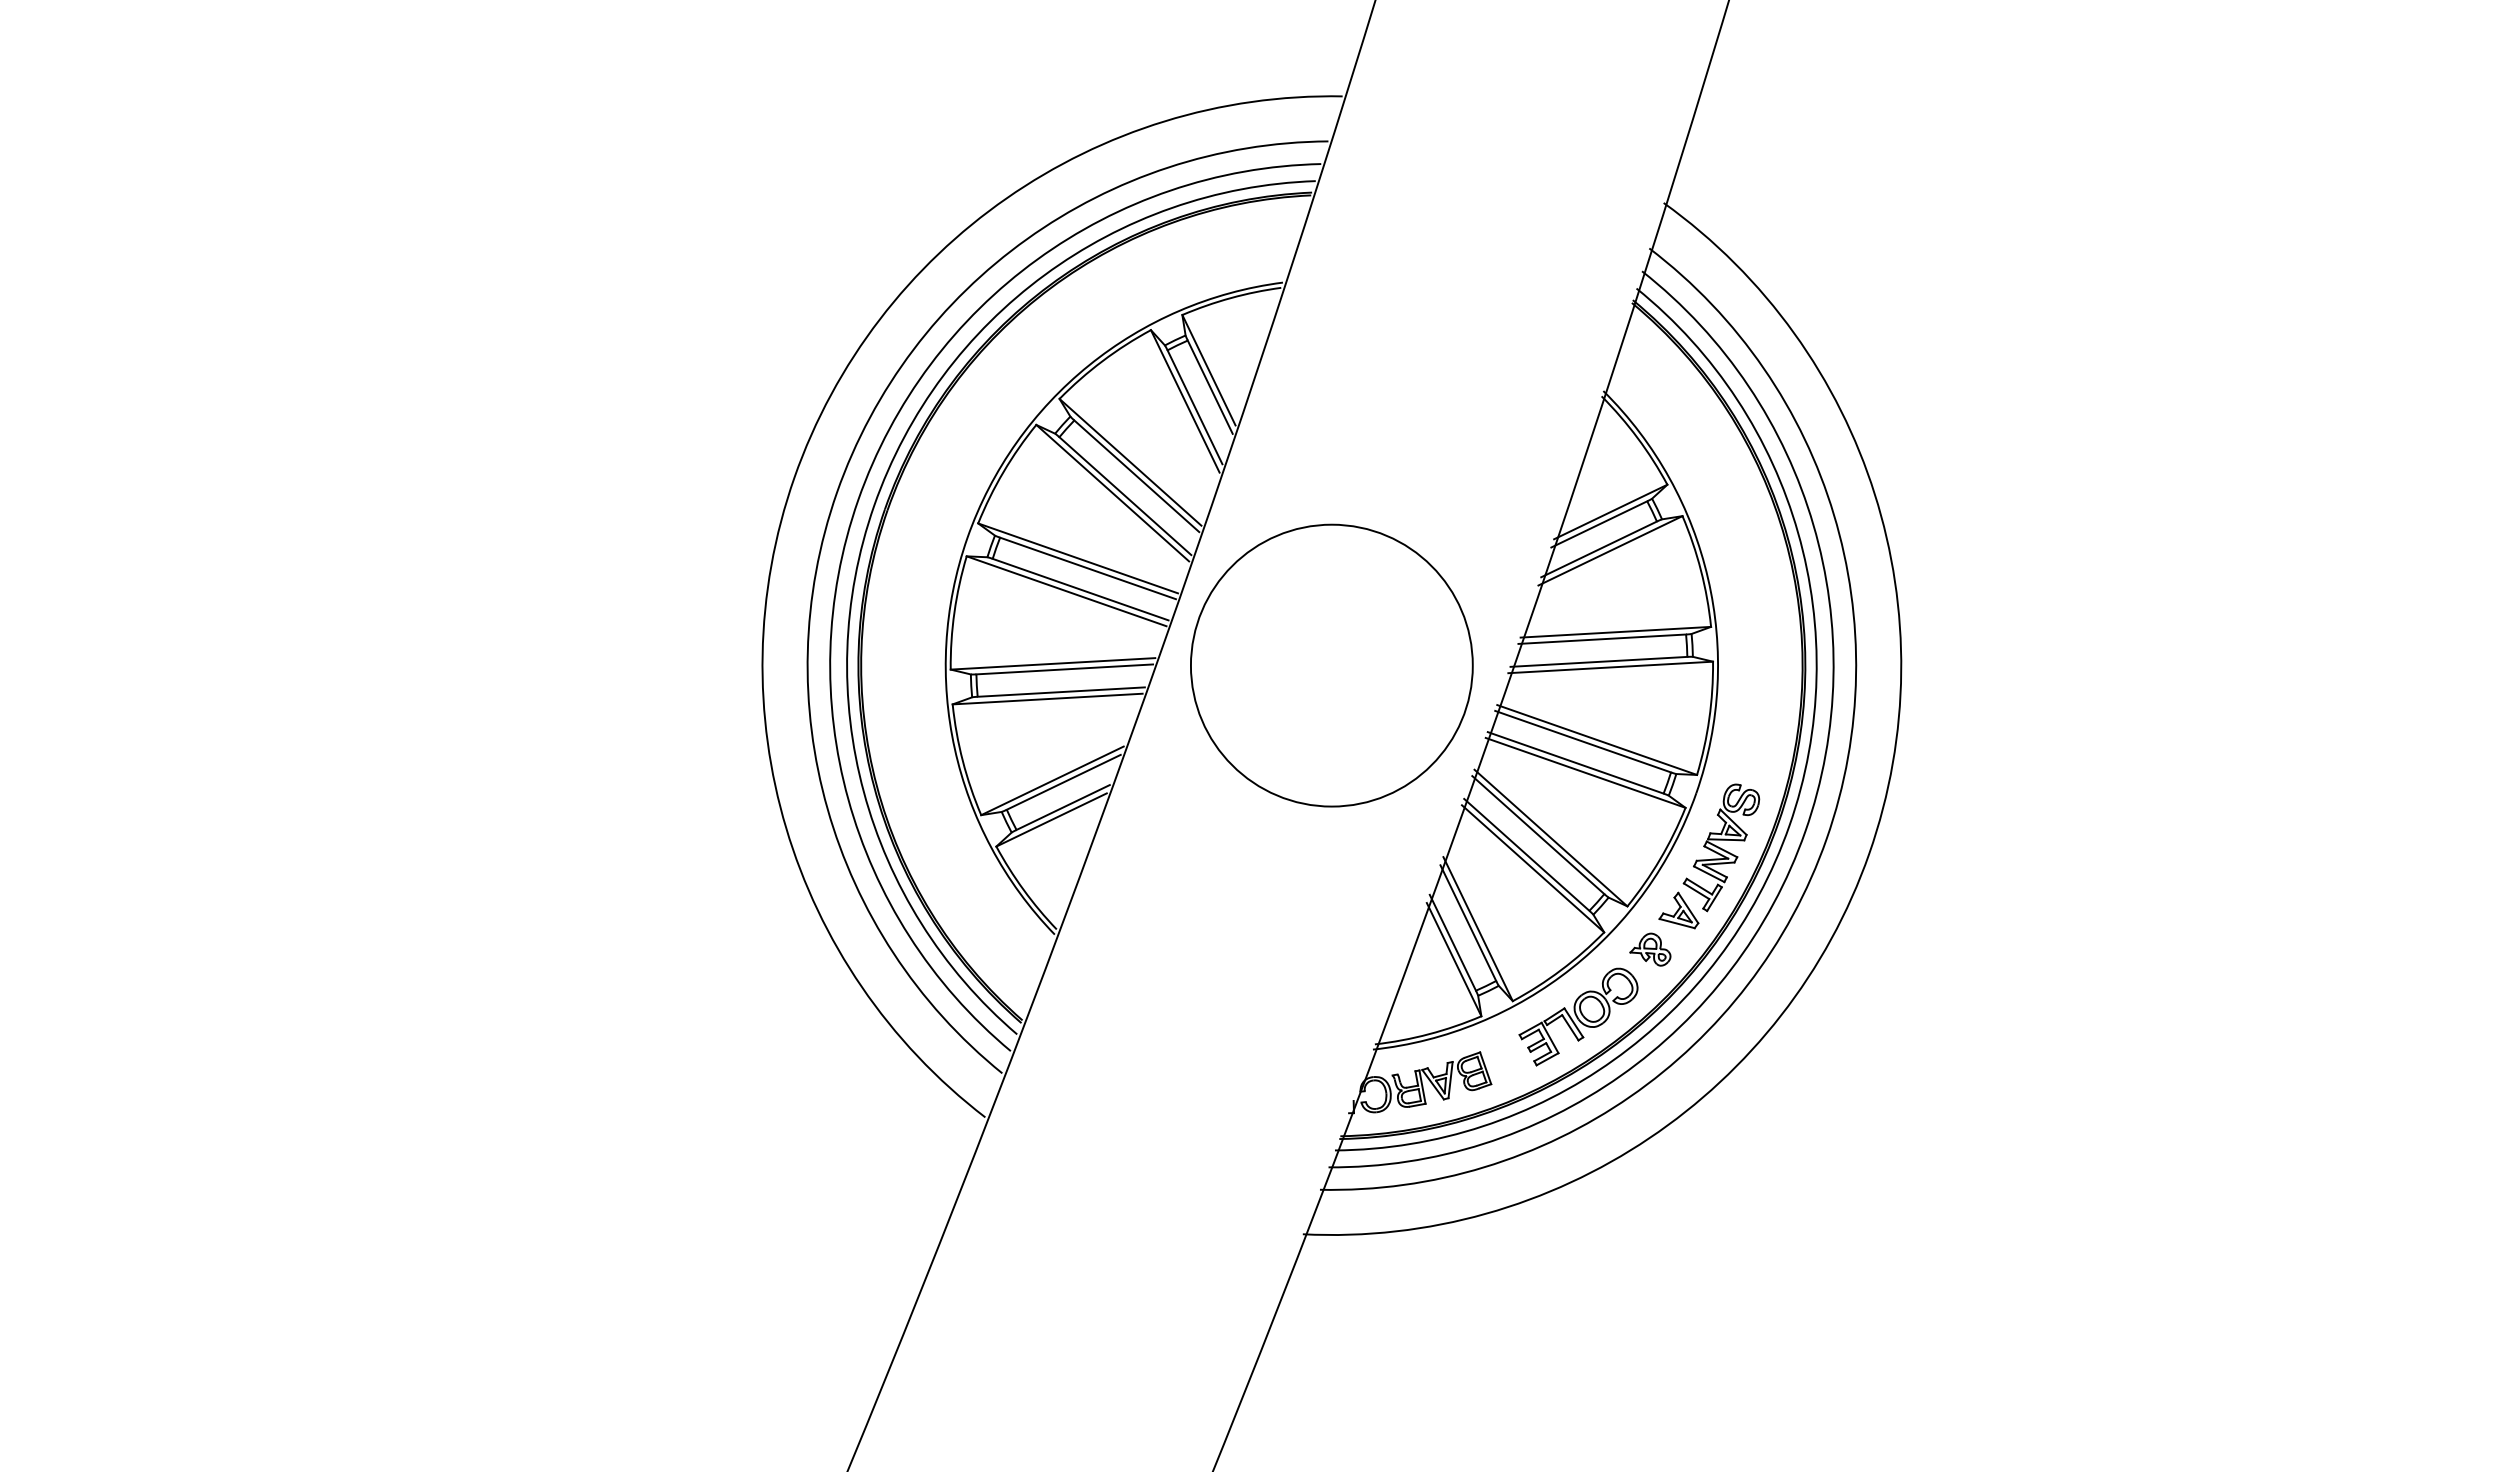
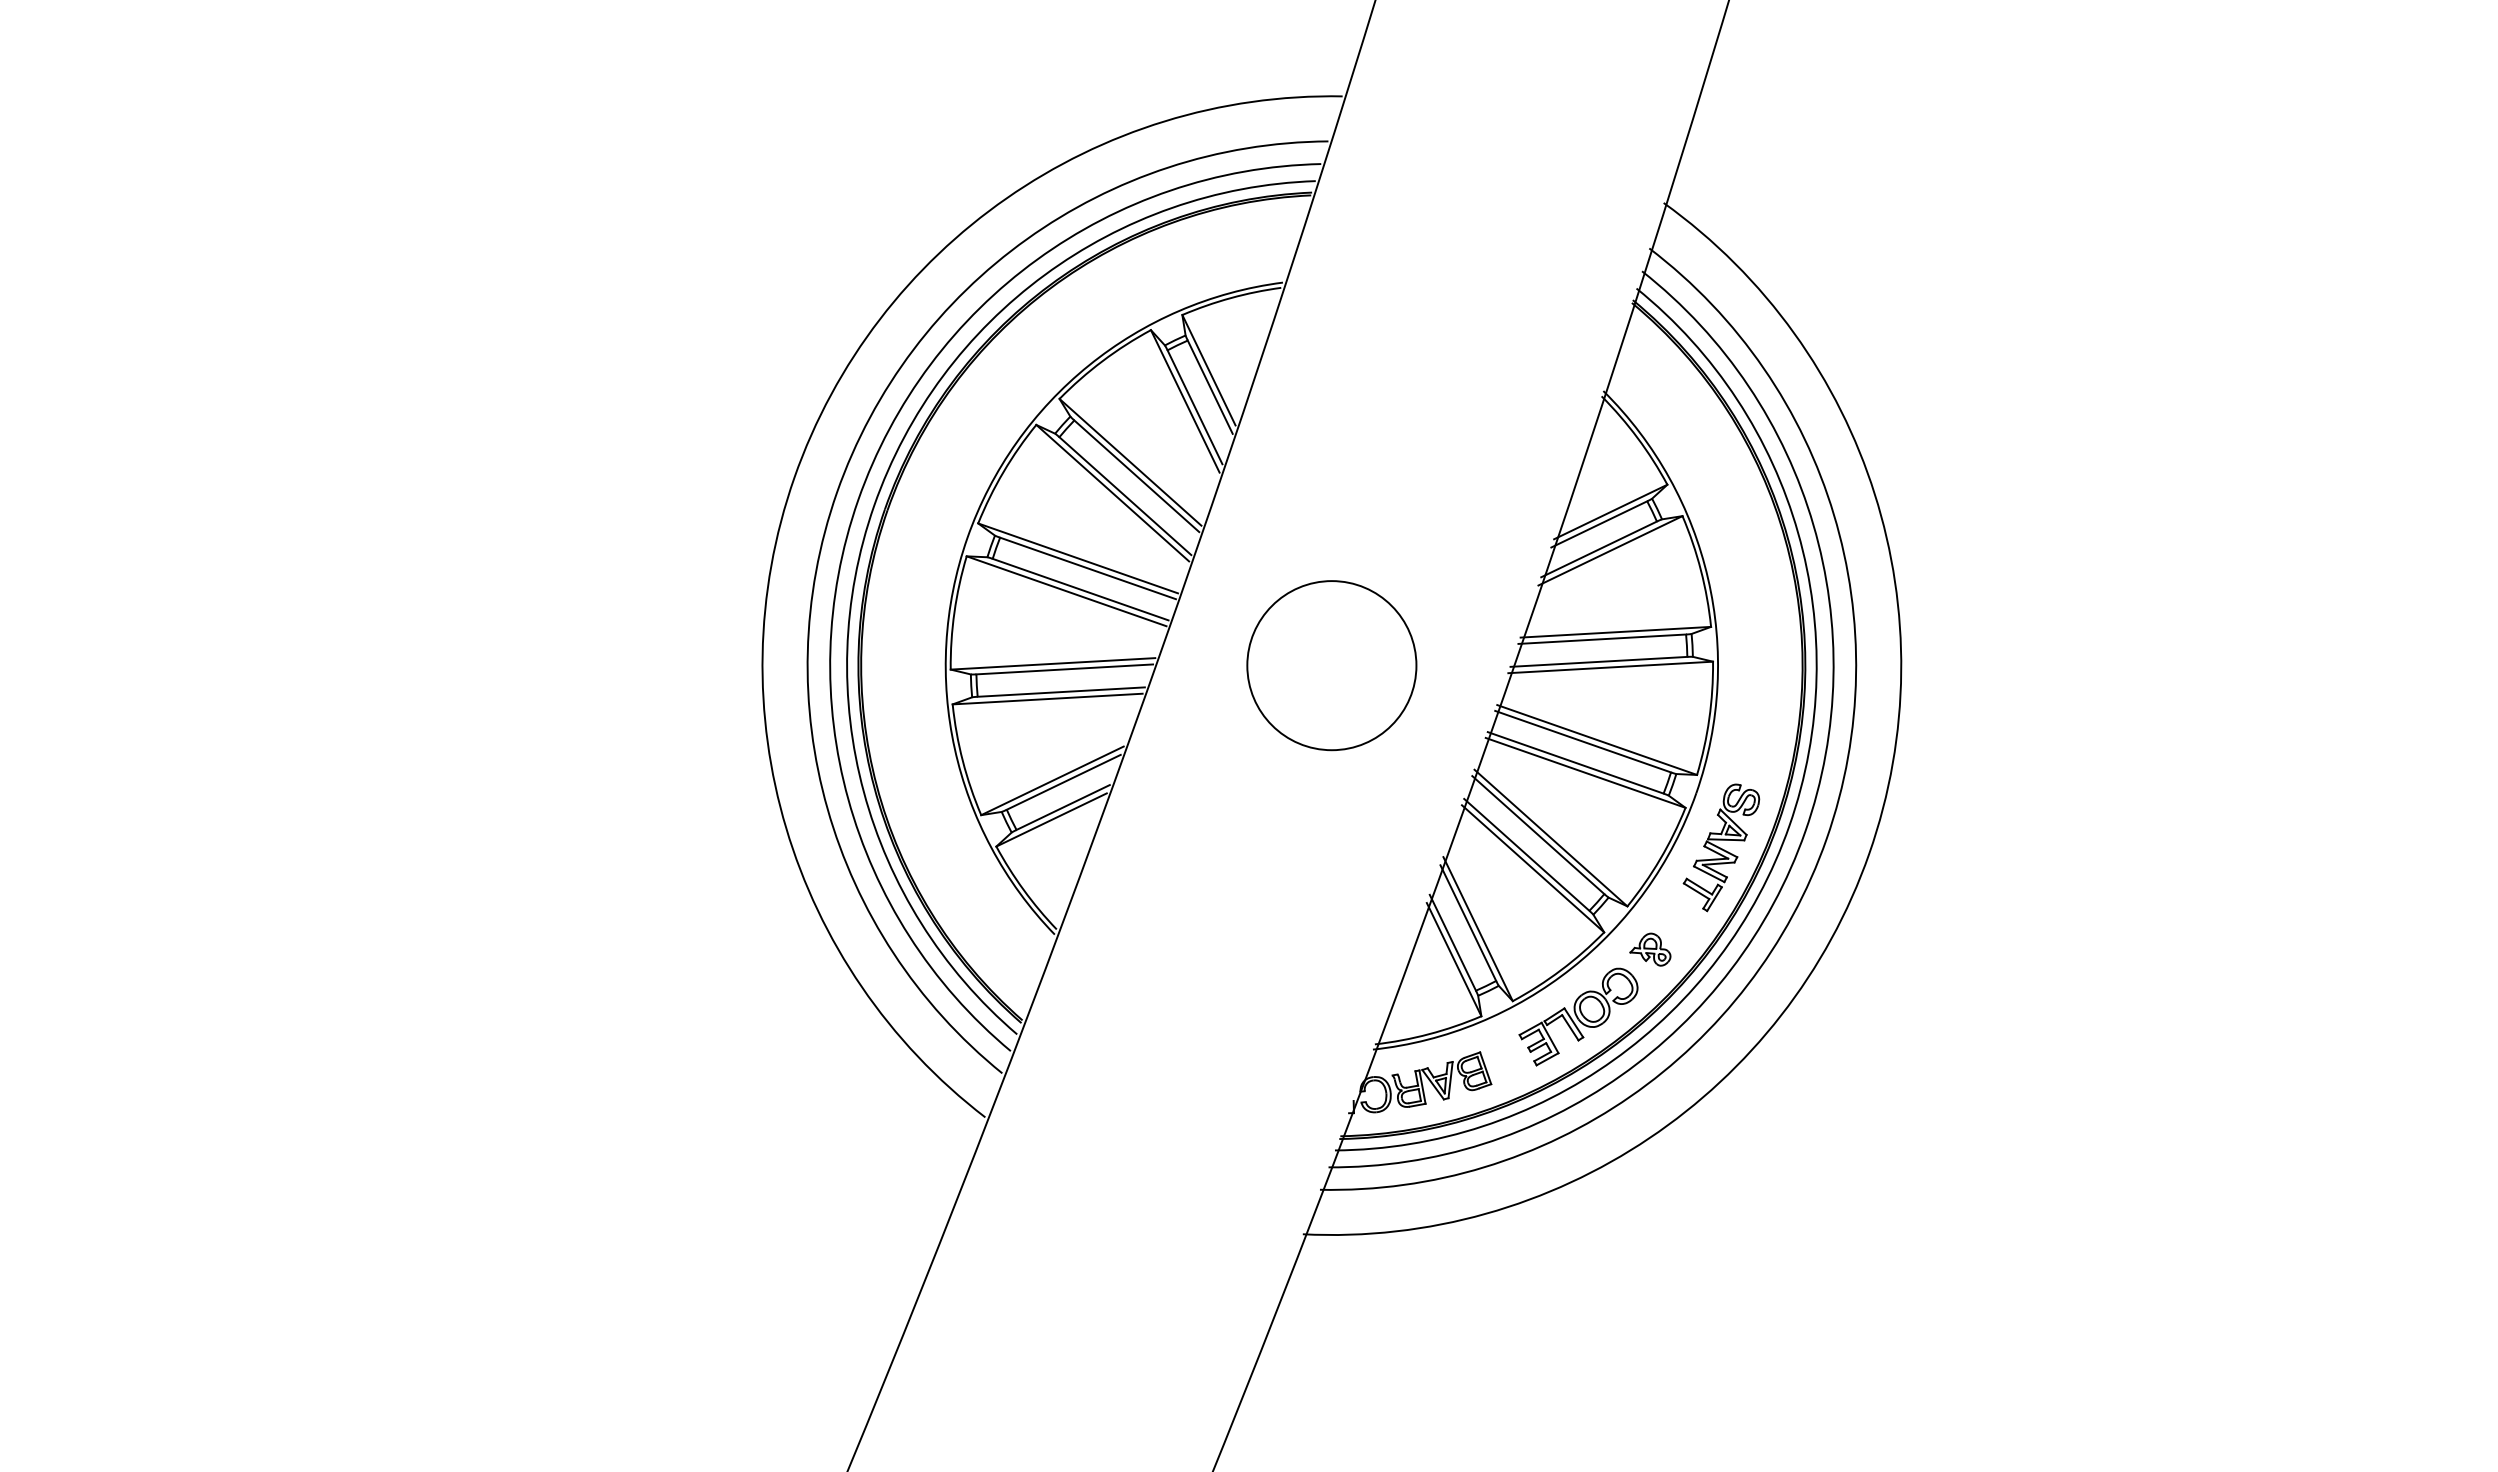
circle at (1331, 665) diameter: 282 px -> 169 px
part at (1678, 910): present -> none
